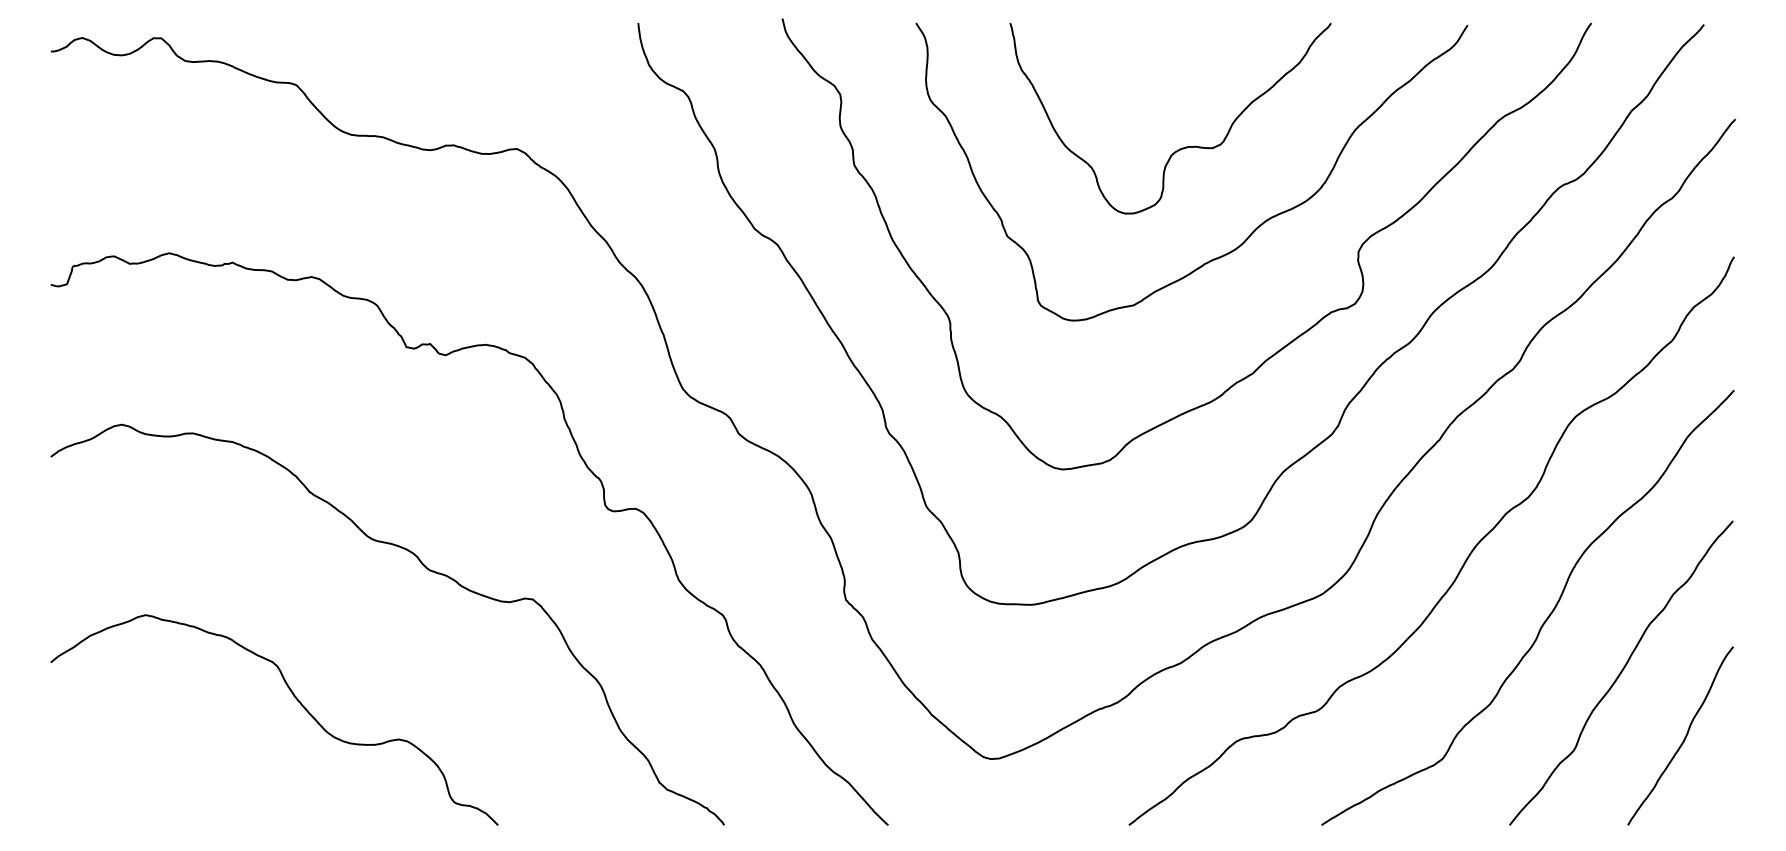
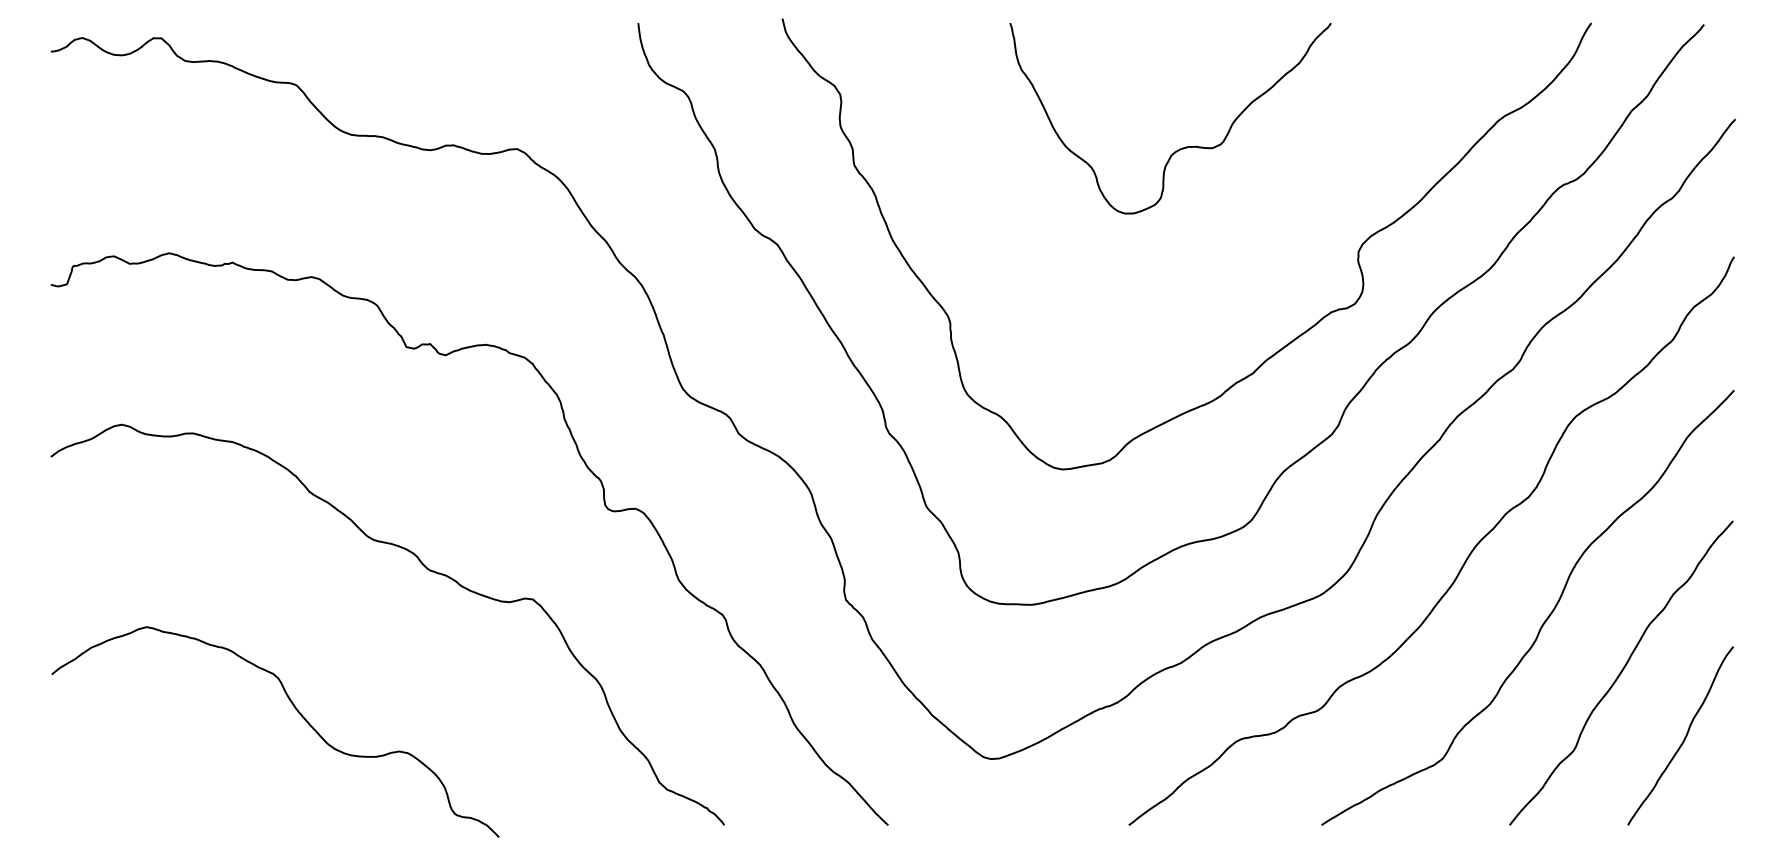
curve at (1252, 231): present -> none
curve at (296, 700) position: (296, 700) -> (297, 712)
